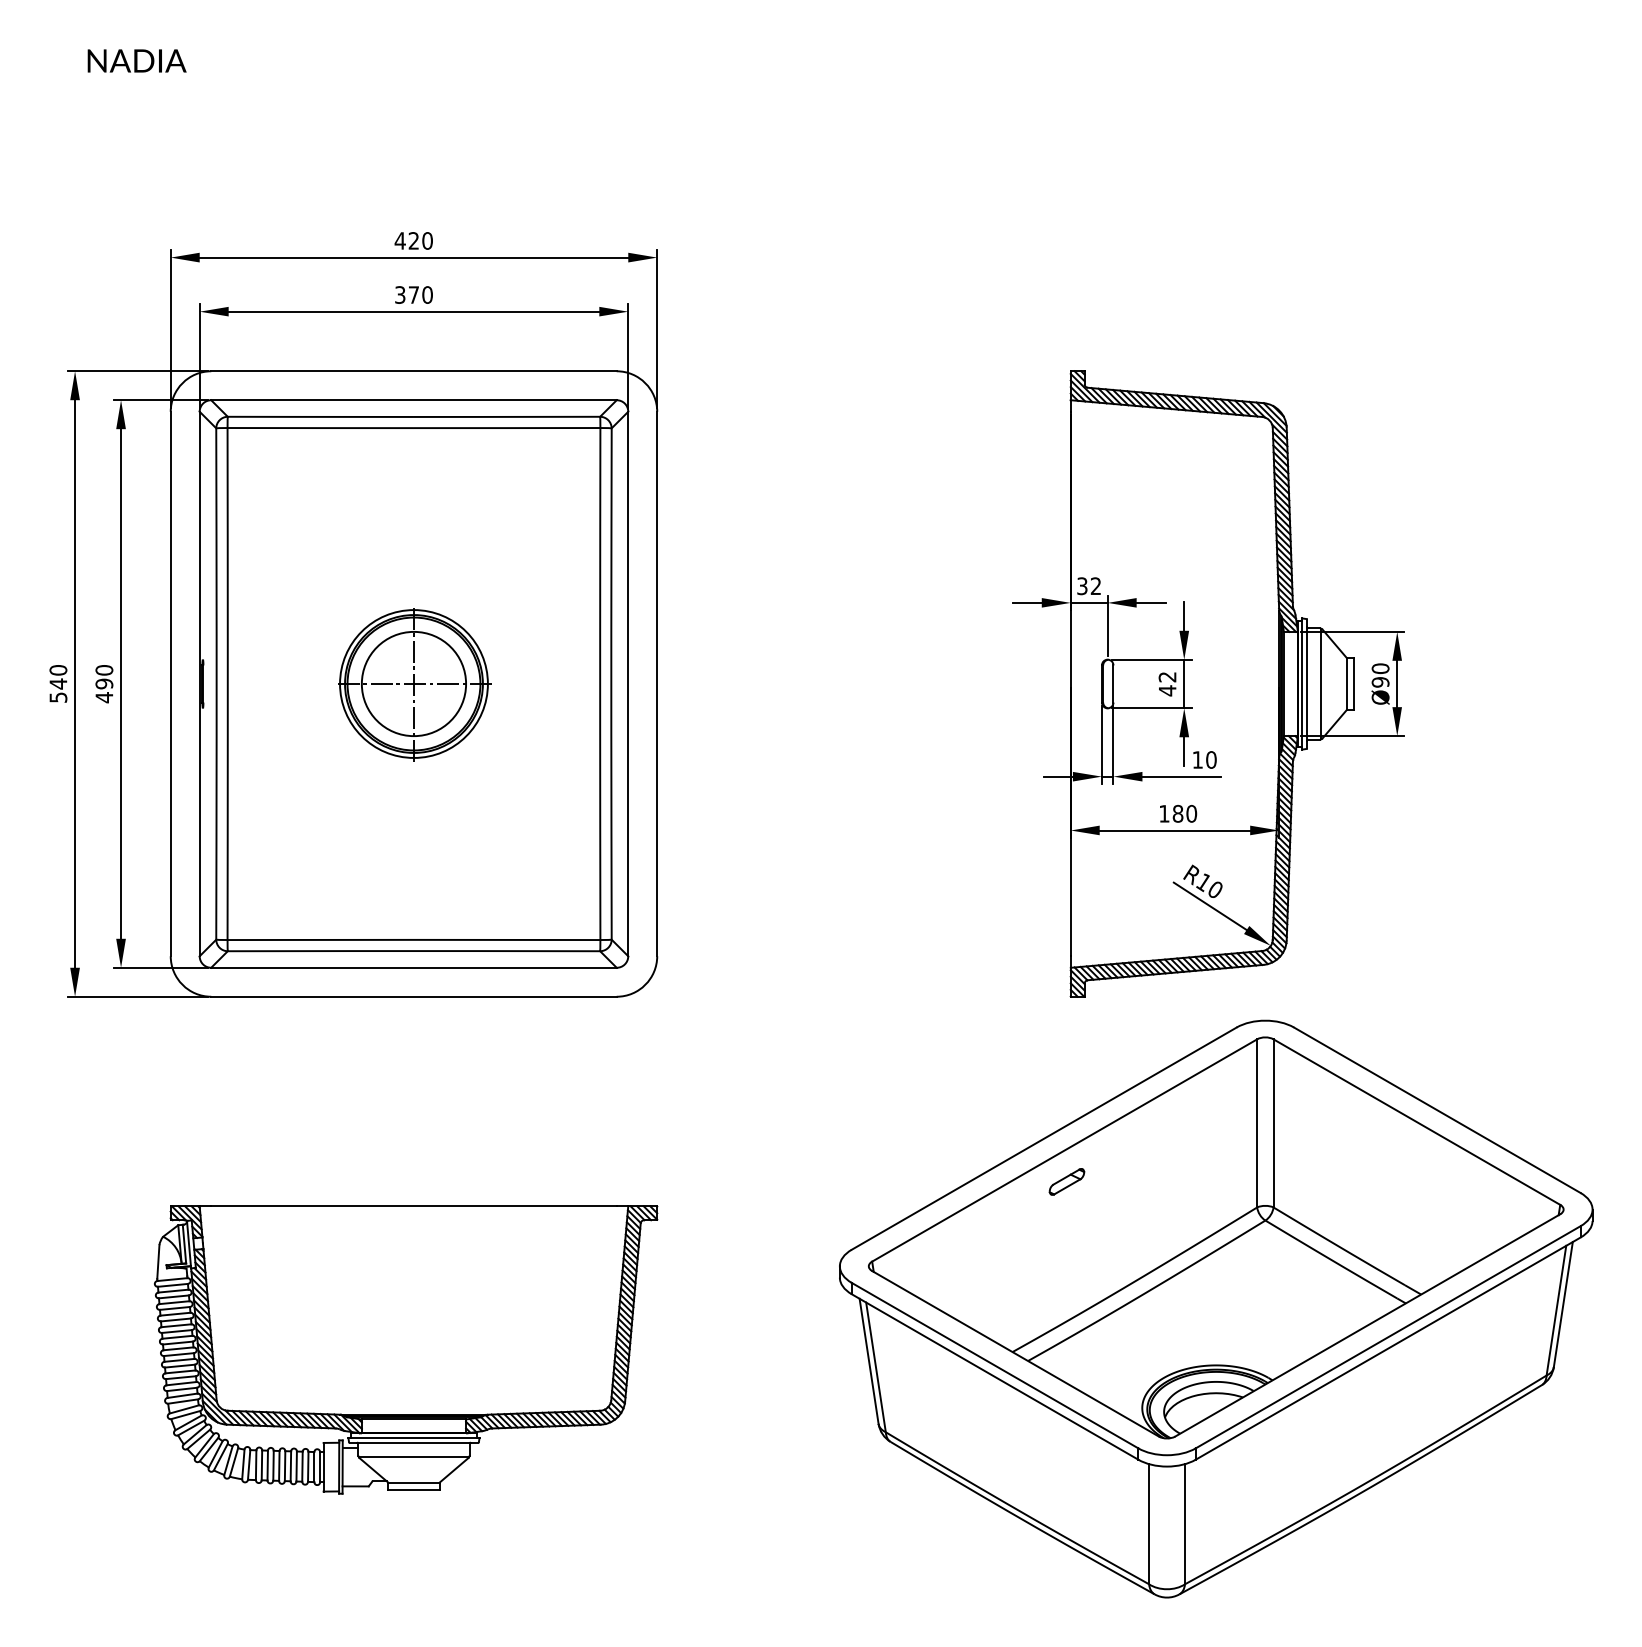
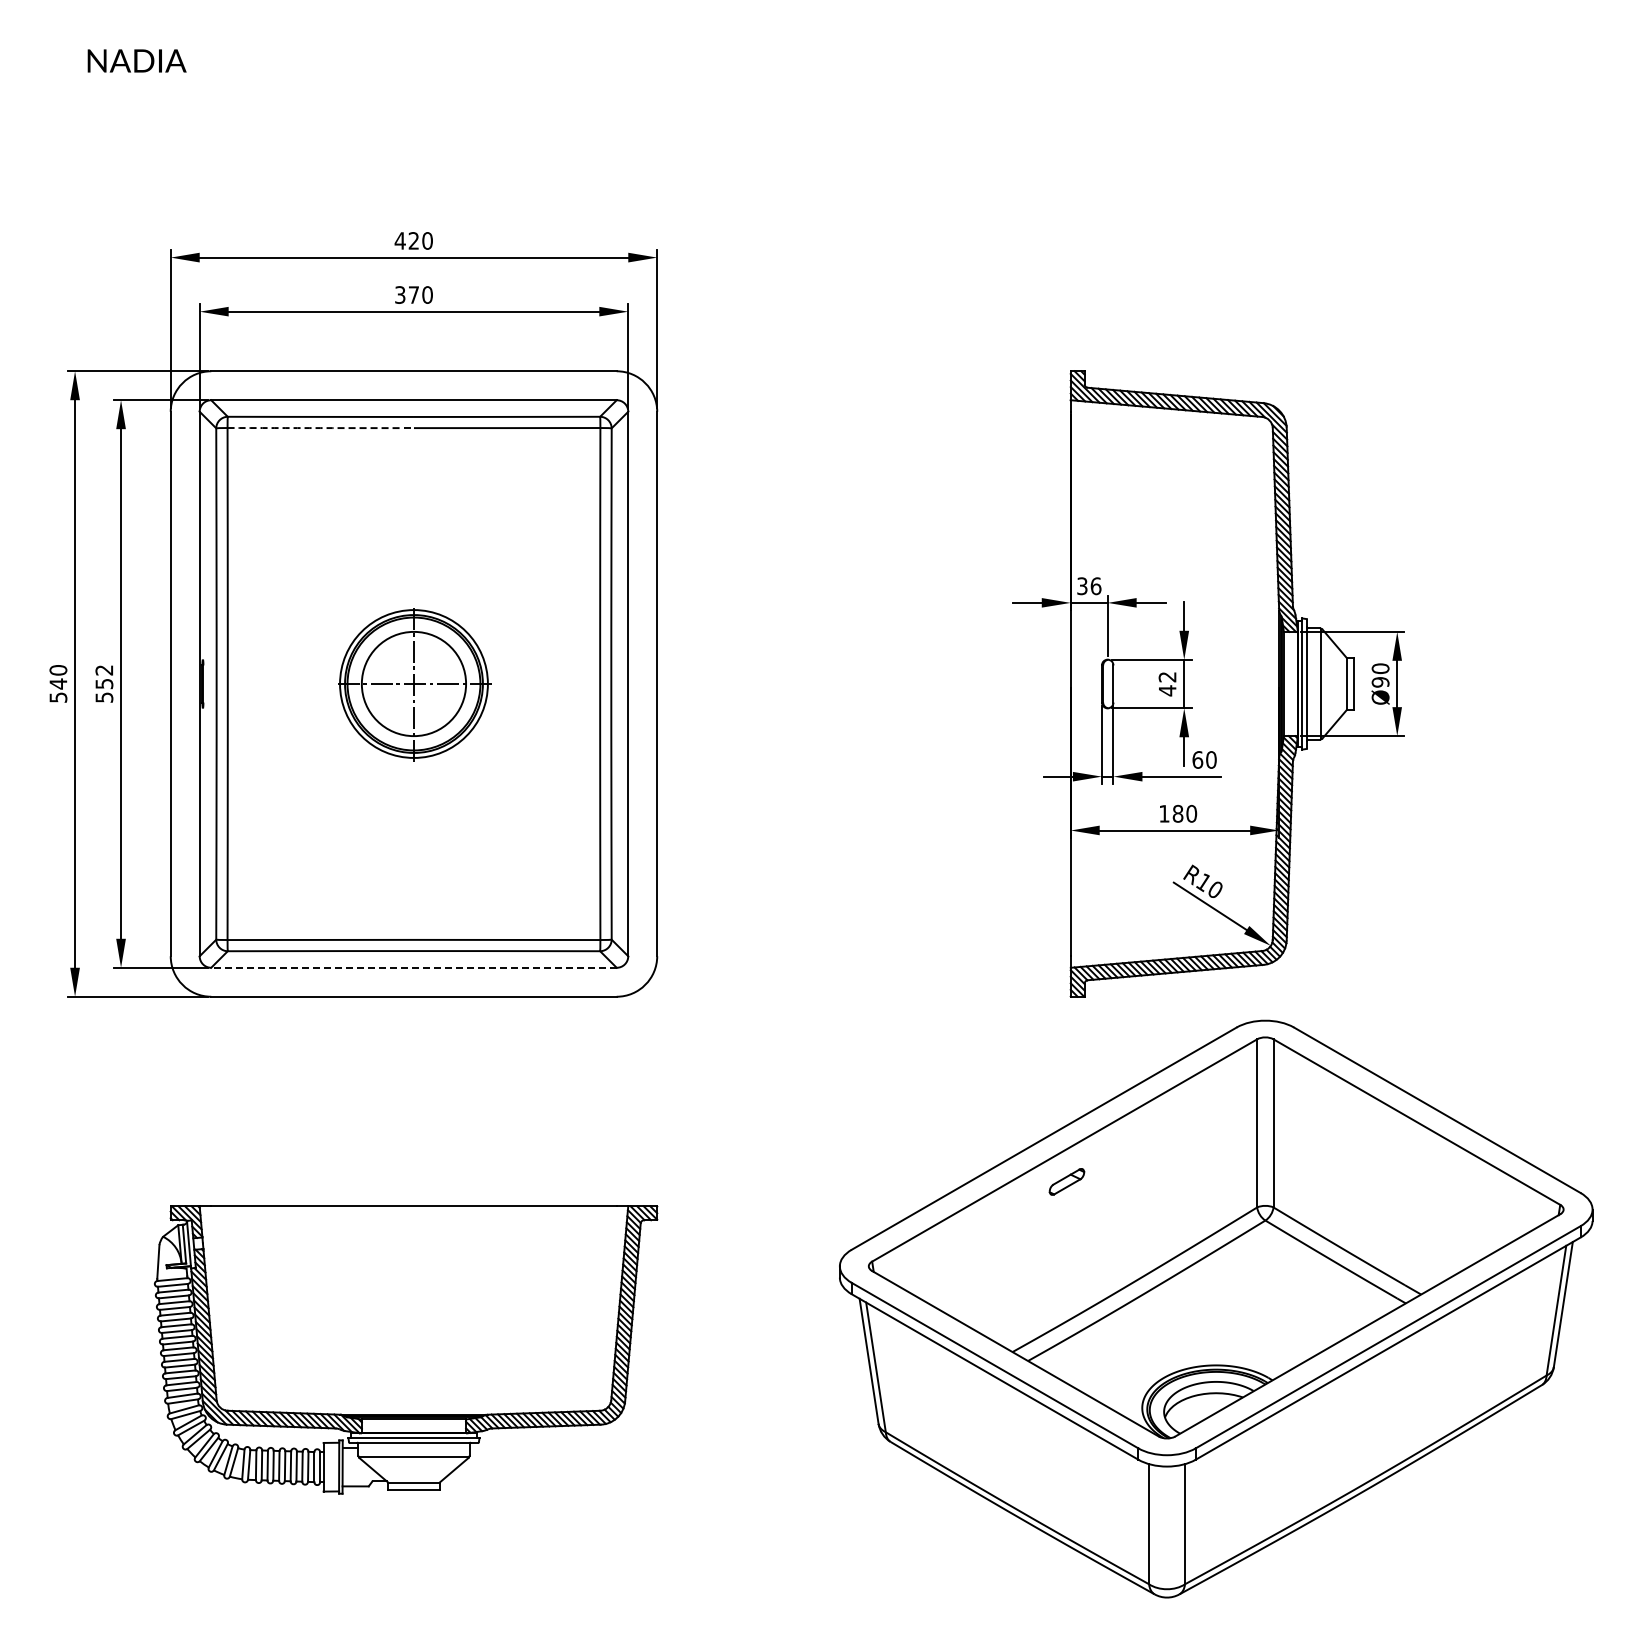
arc at (320, 428): solid -> dashed
text at (1095, 586): 32 -> 36
text at (104, 684): 490 -> 552
text at (1197, 759): 10 -> 60
line at (413, 967): solid -> dashed
